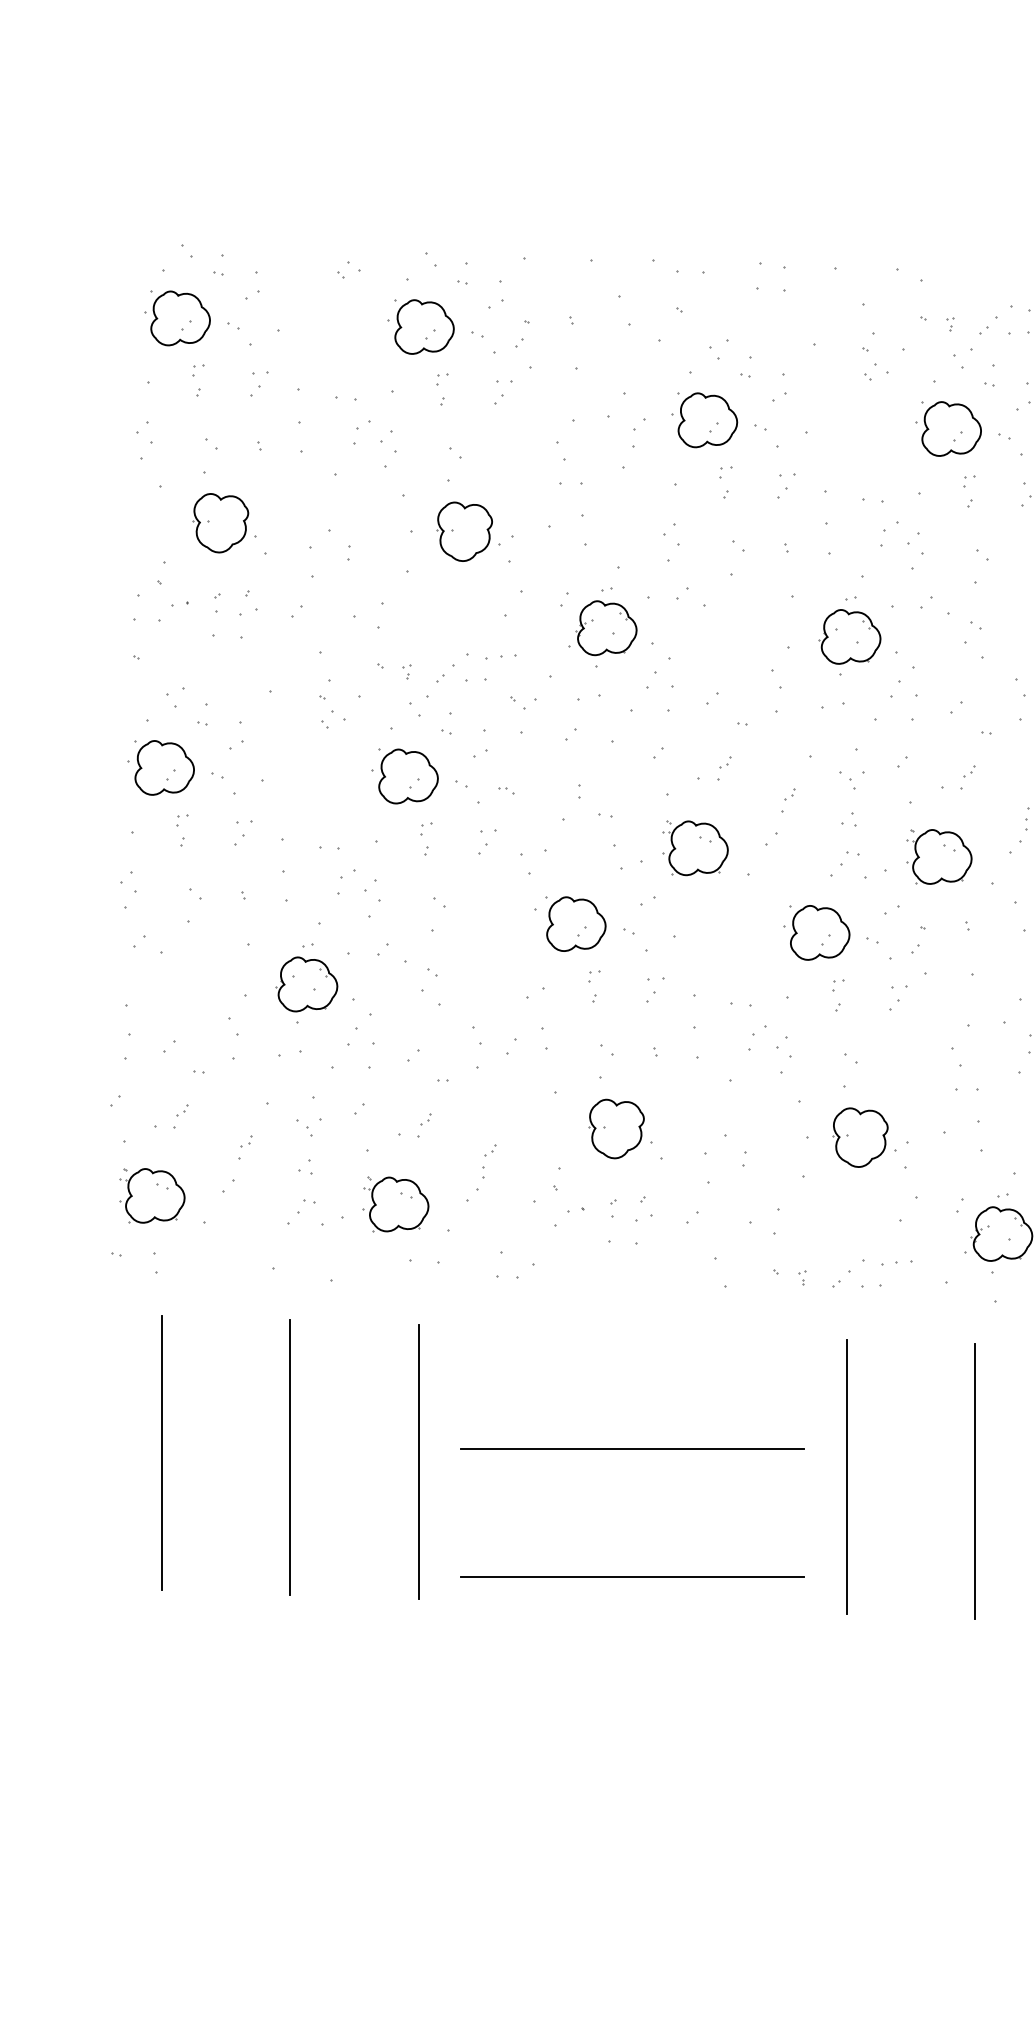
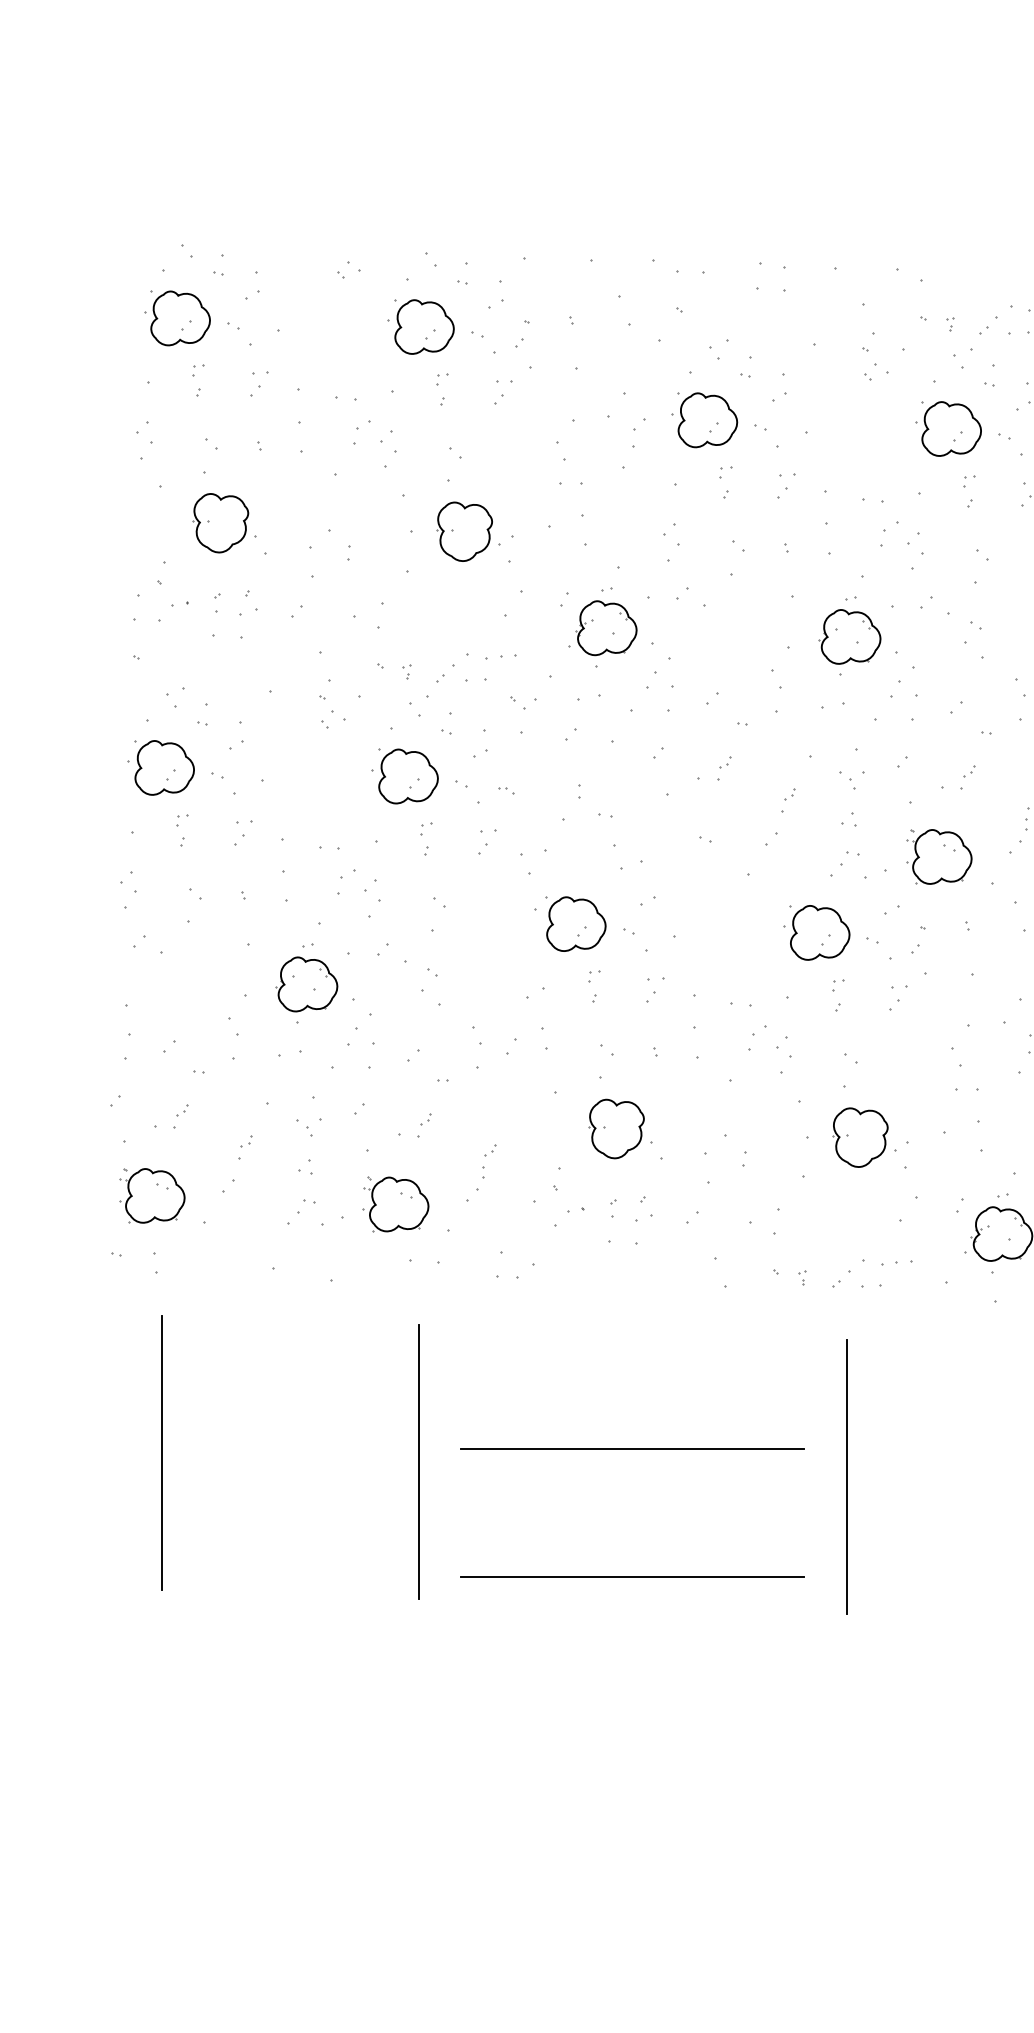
part at (695, 848): present -> none
line at (290, 1457): present -> none
line at (975, 1481): present -> none
